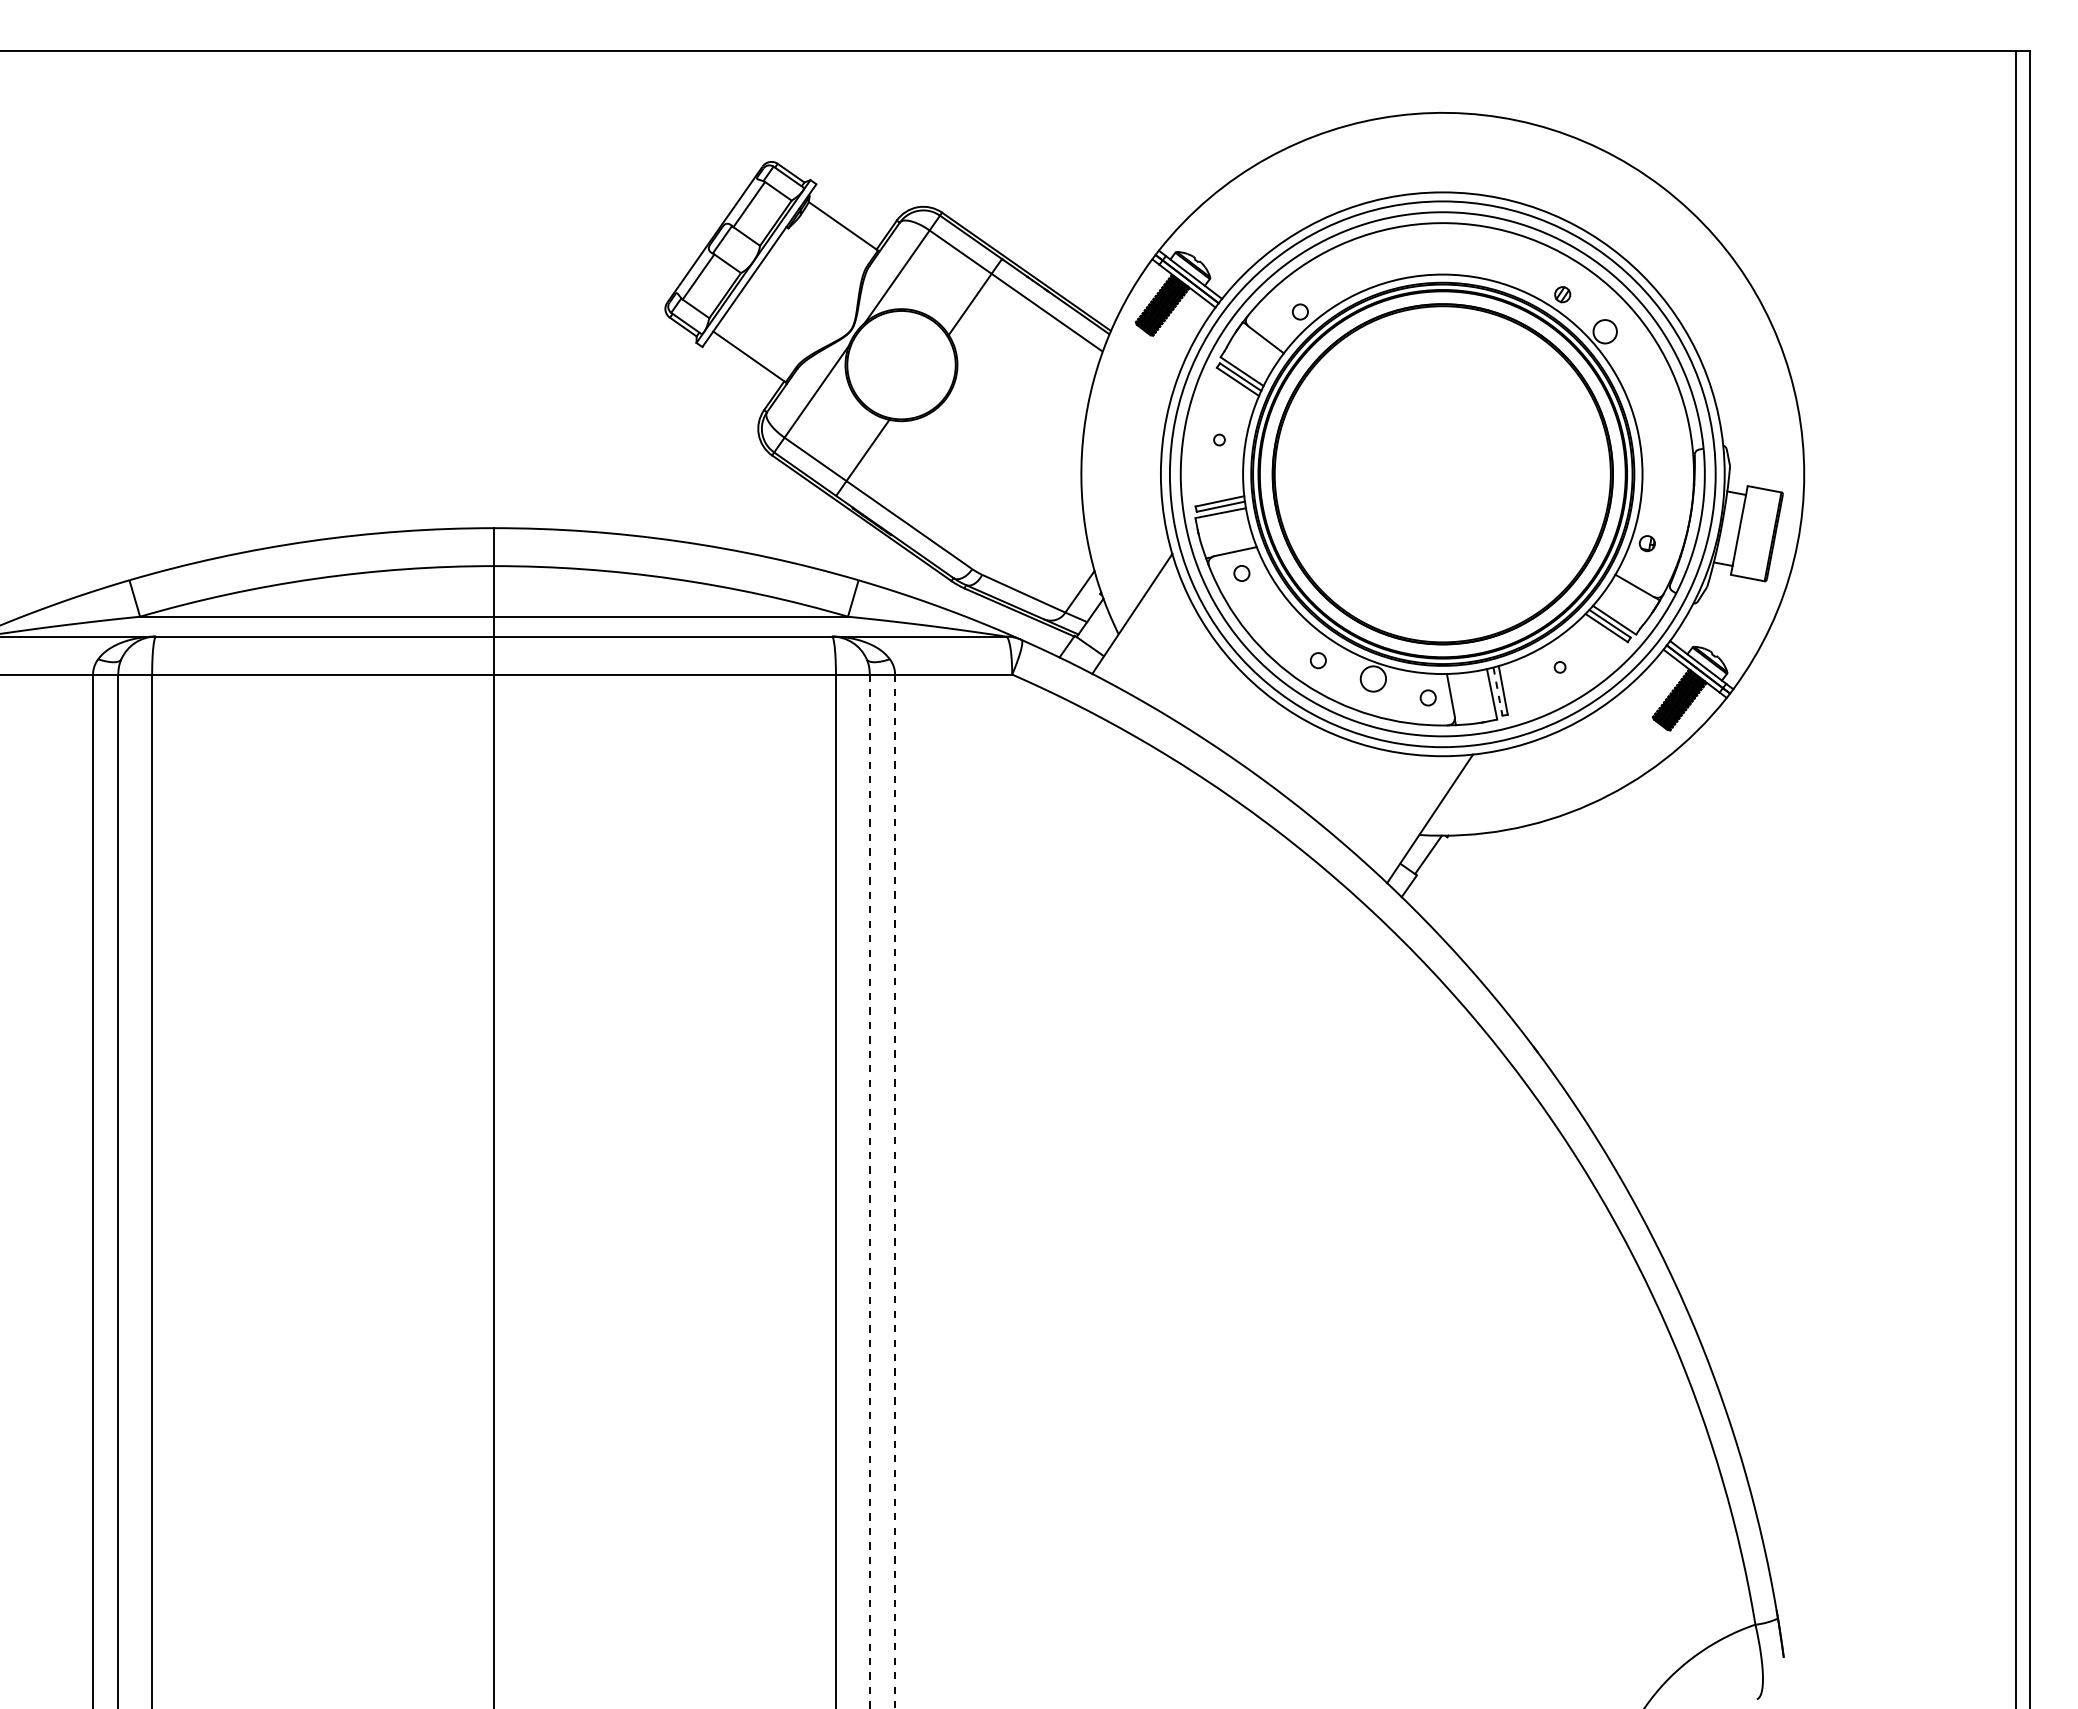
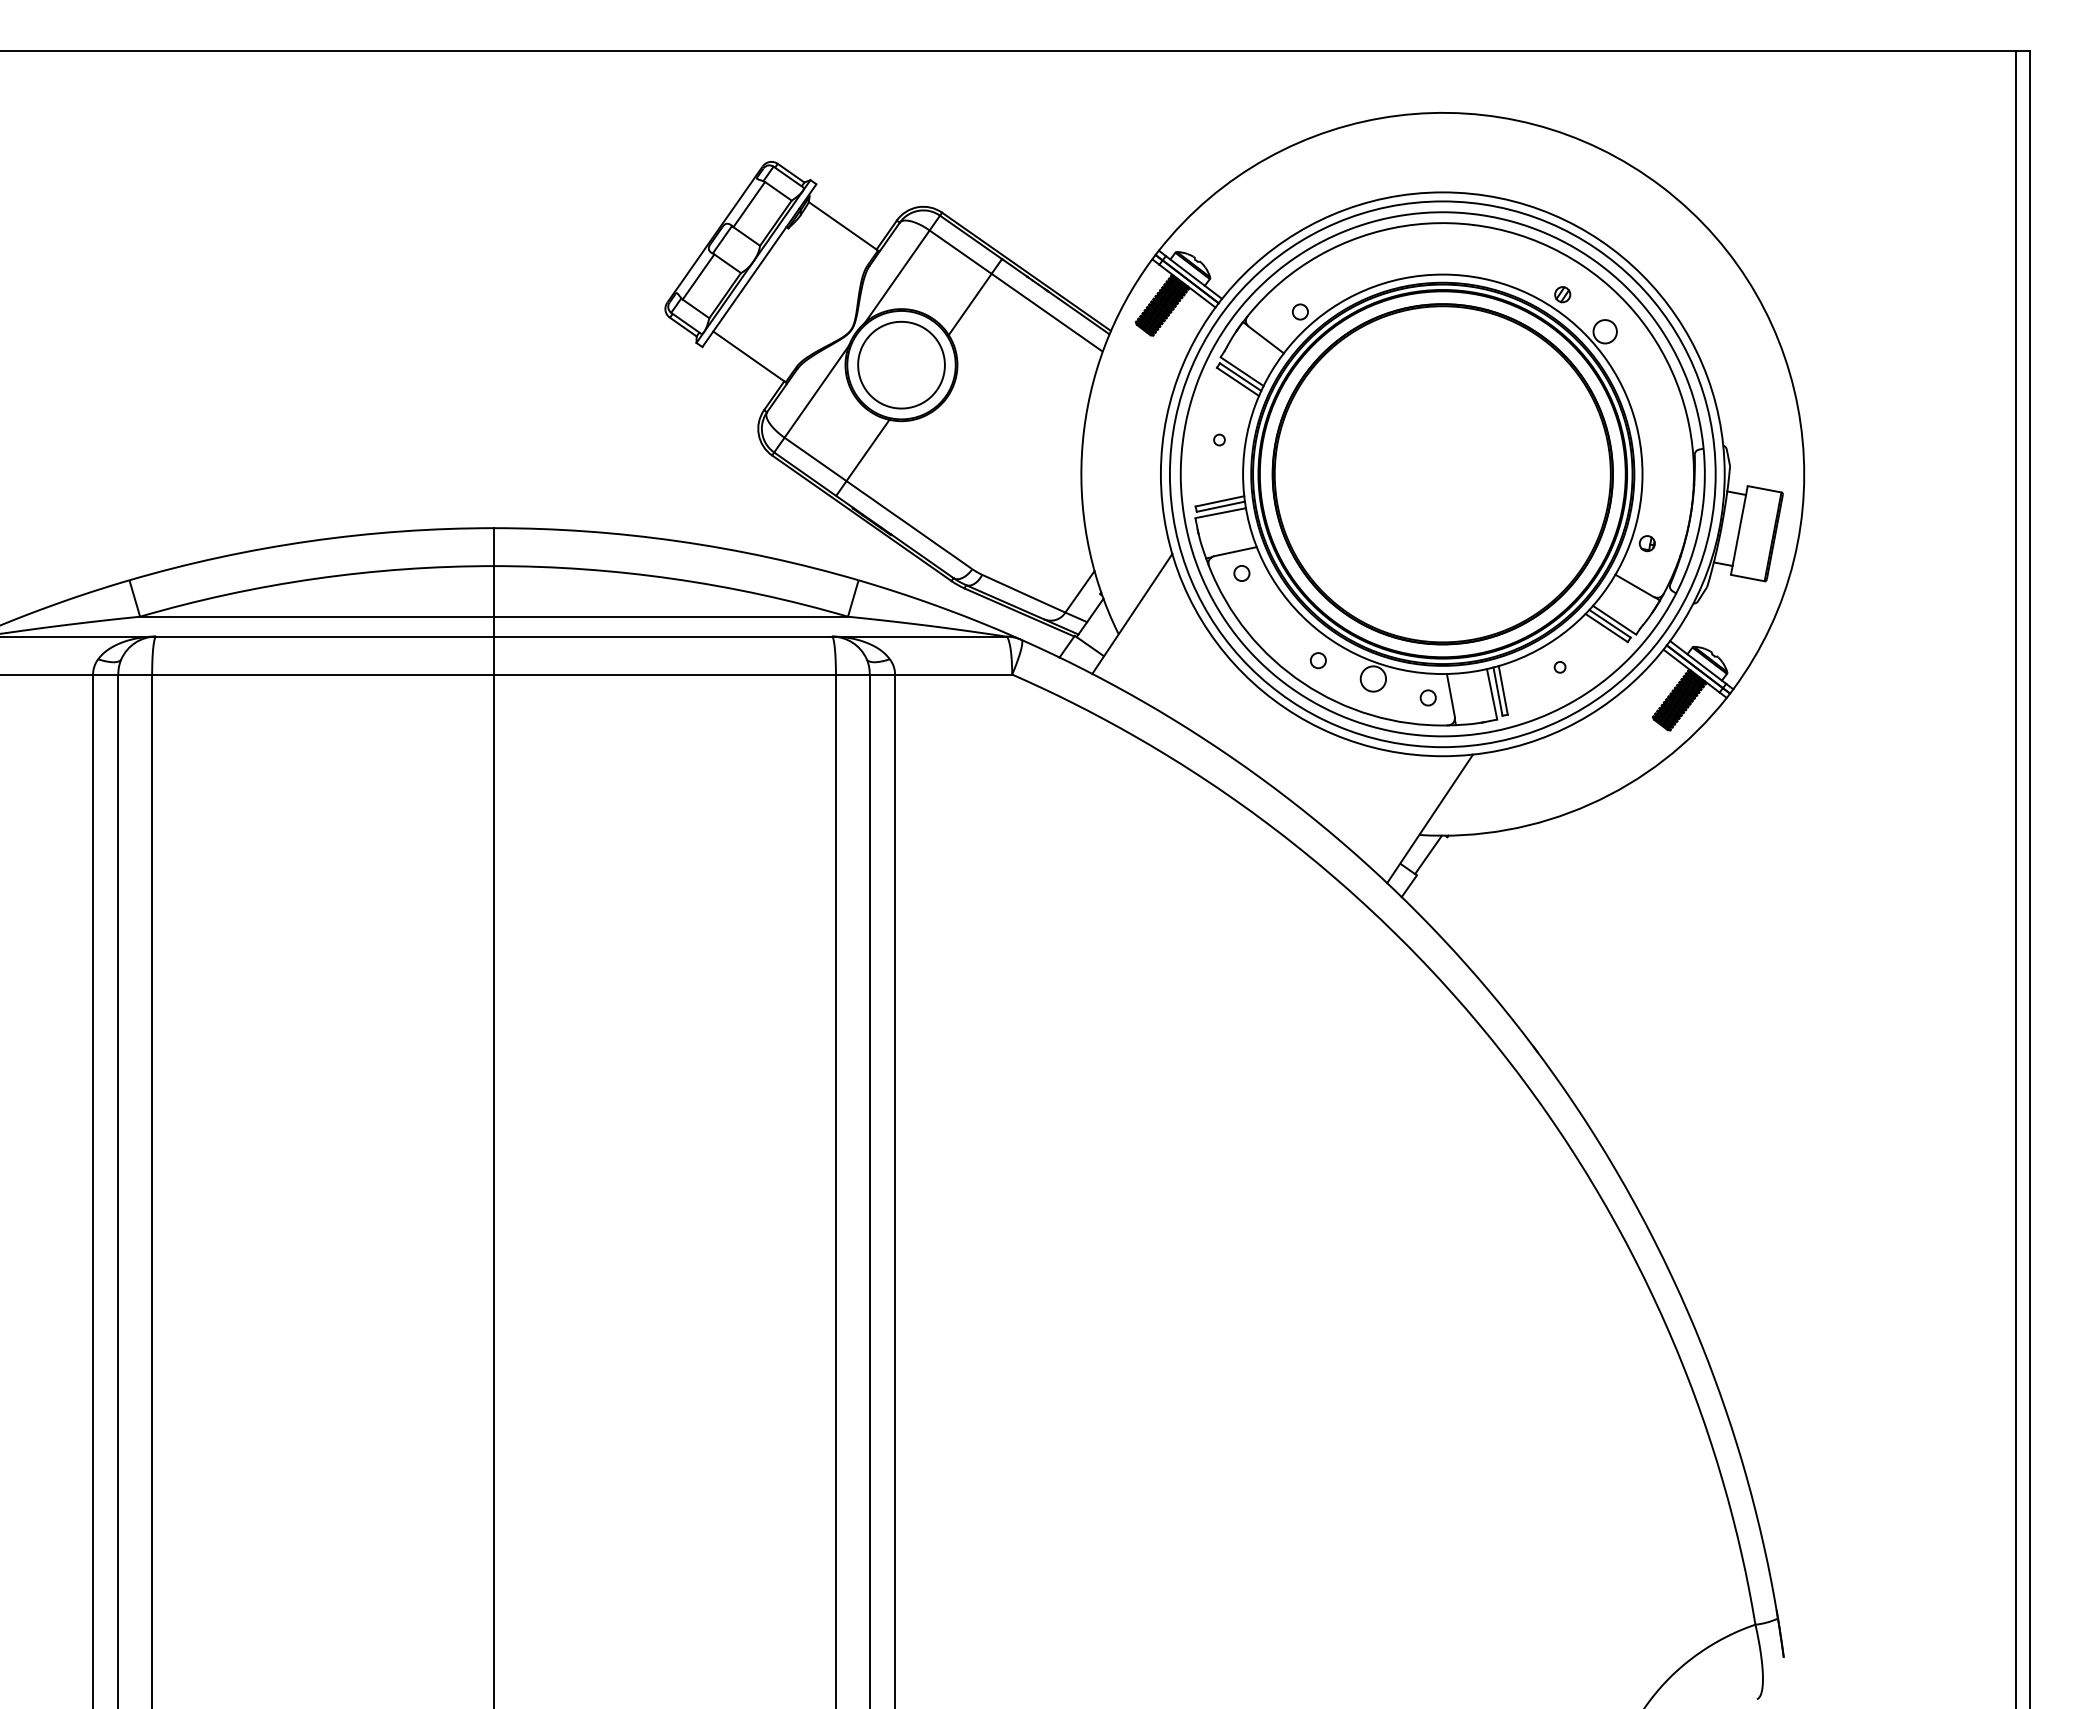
part at (901, 364): none -> present
line at (1497, 691): dashed -> solid
line at (869, 1191): dashed -> solid
line at (895, 1191): dashed -> solid
